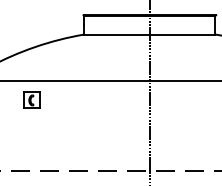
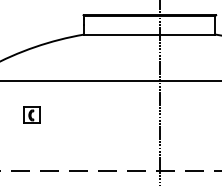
line at (149, 92) position: (149, 92) -> (159, 92)
part at (31, 99) position: (31, 99) -> (31, 114)
